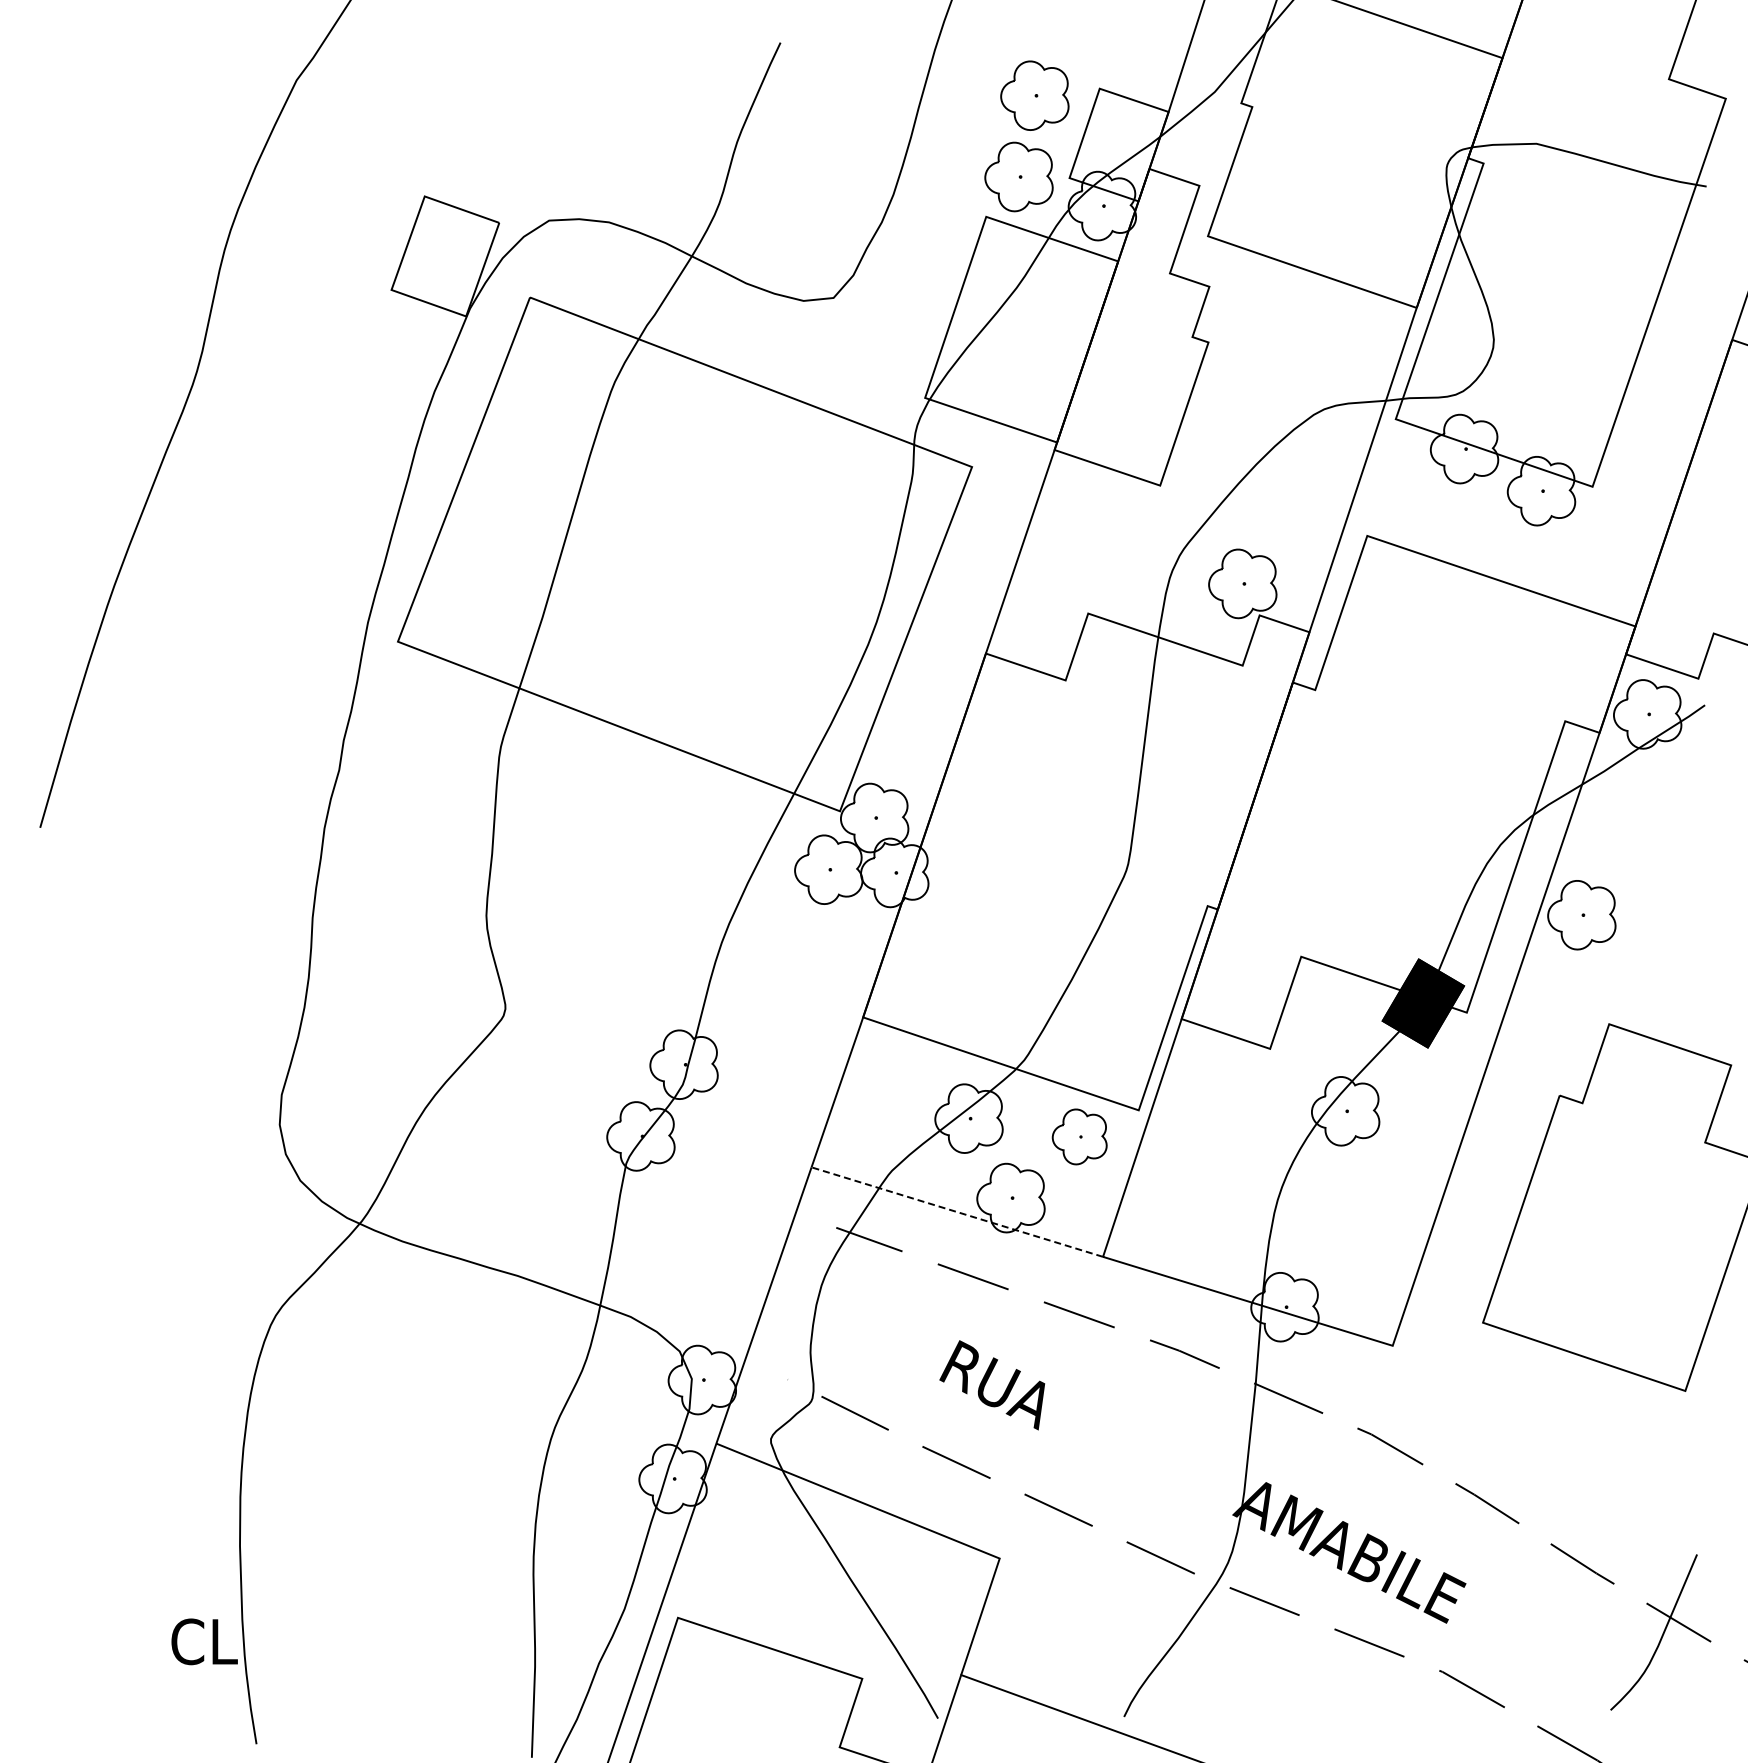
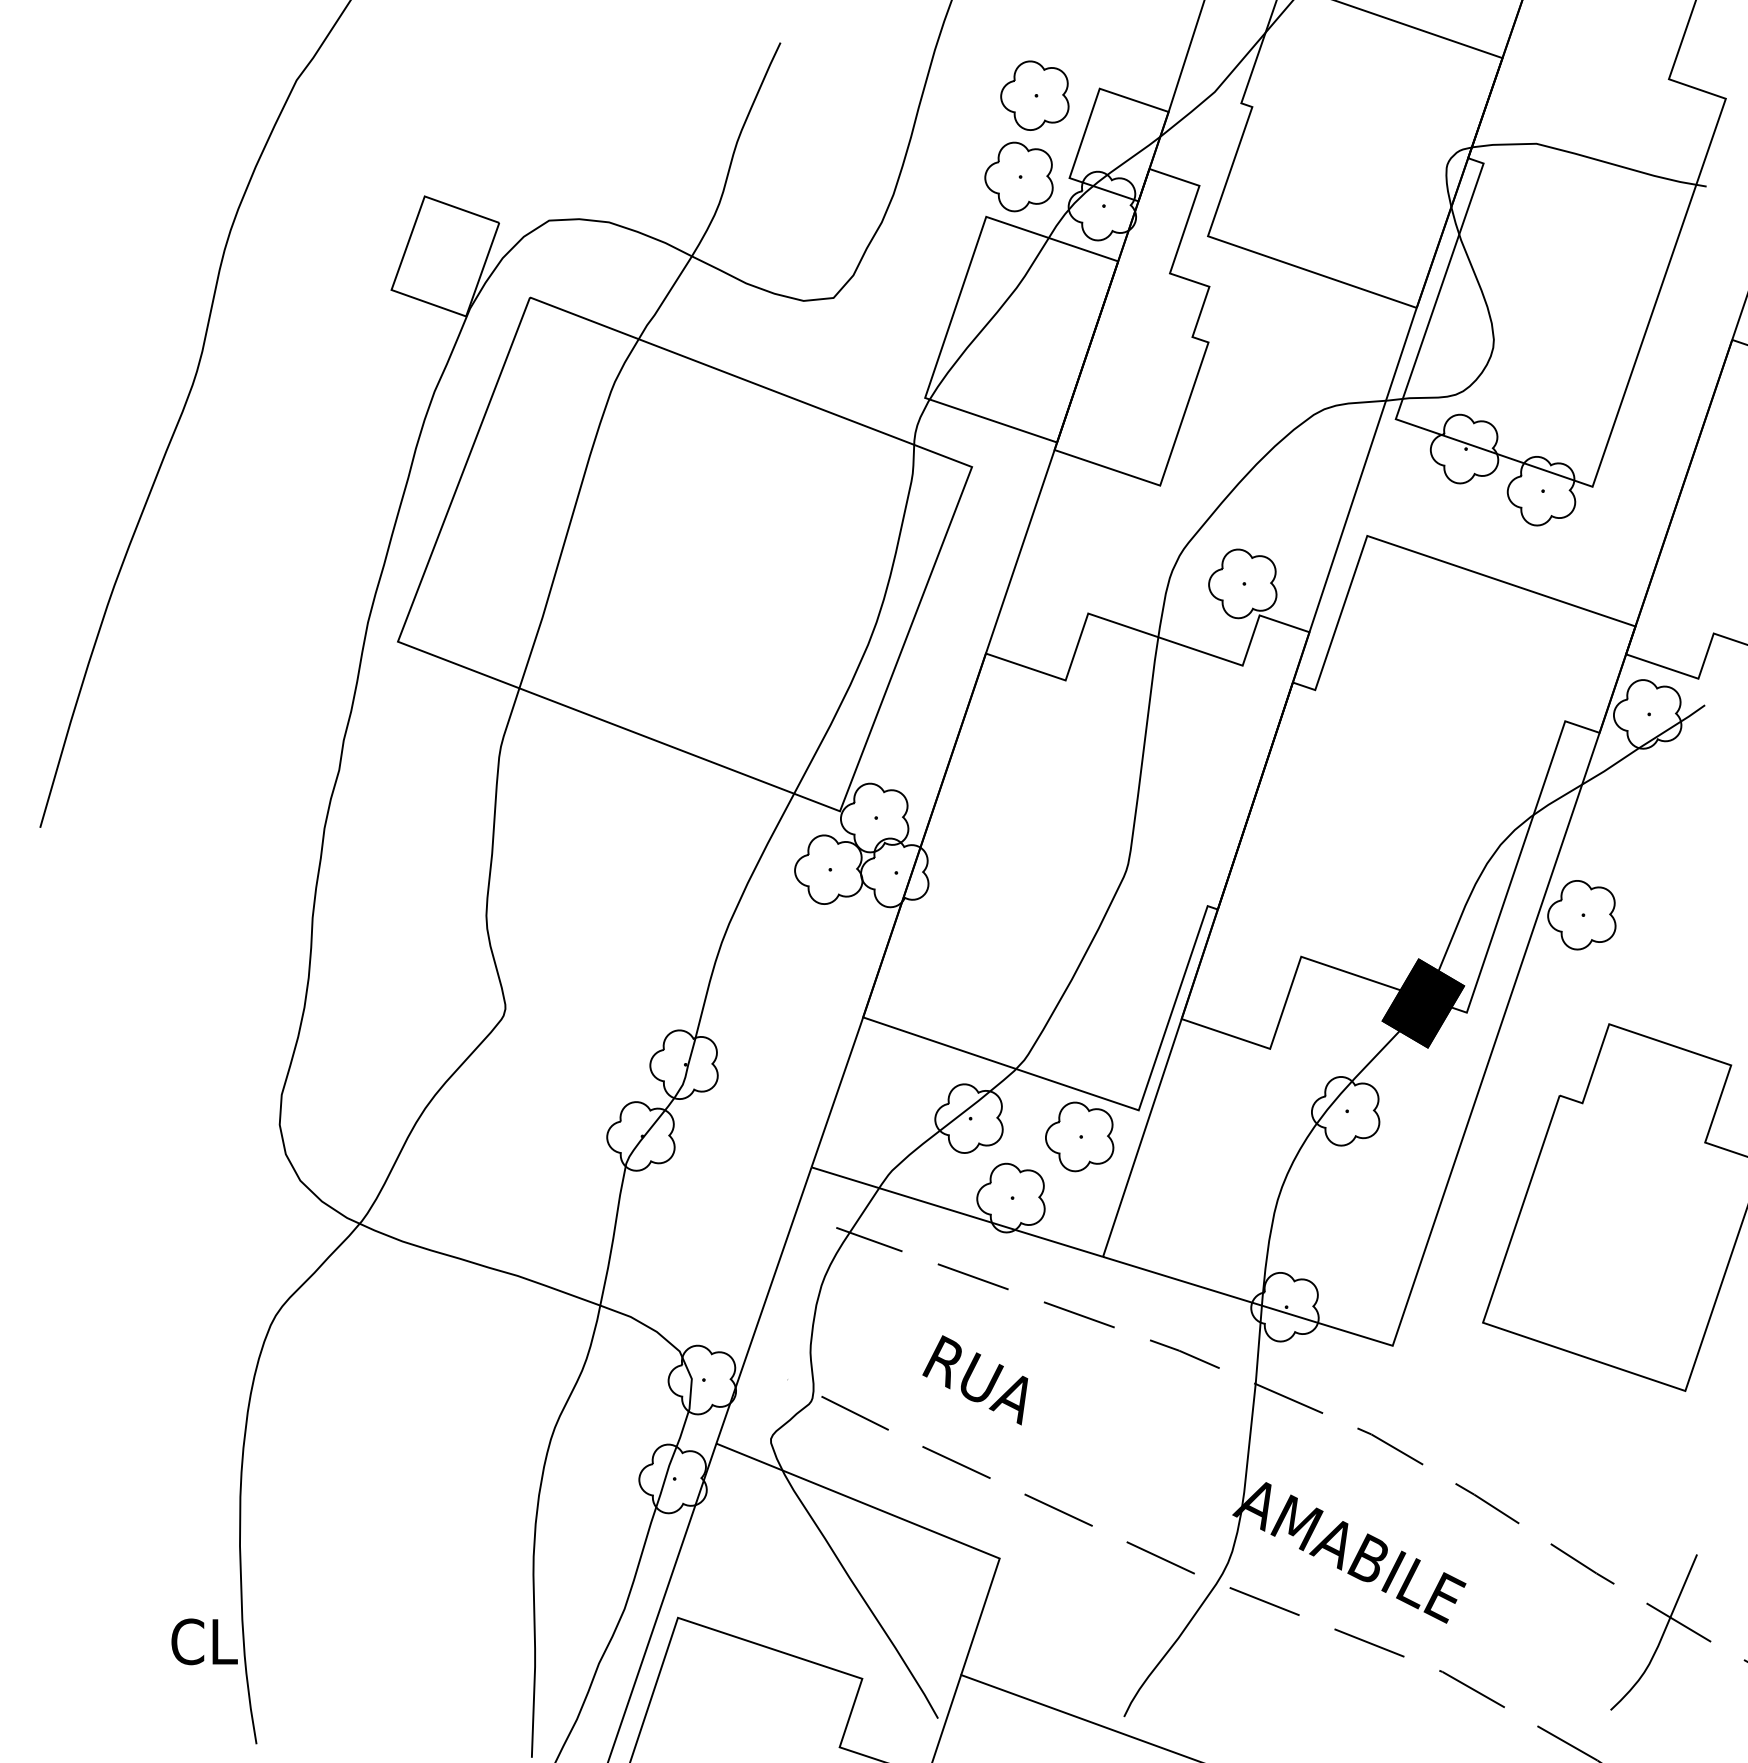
part at (1079, 1136) size: 57x58 px -> 70x72 px
line at (956, 1211): dashed -> solid
text at (992, 1385) position: (992, 1385) -> (975, 1380)
